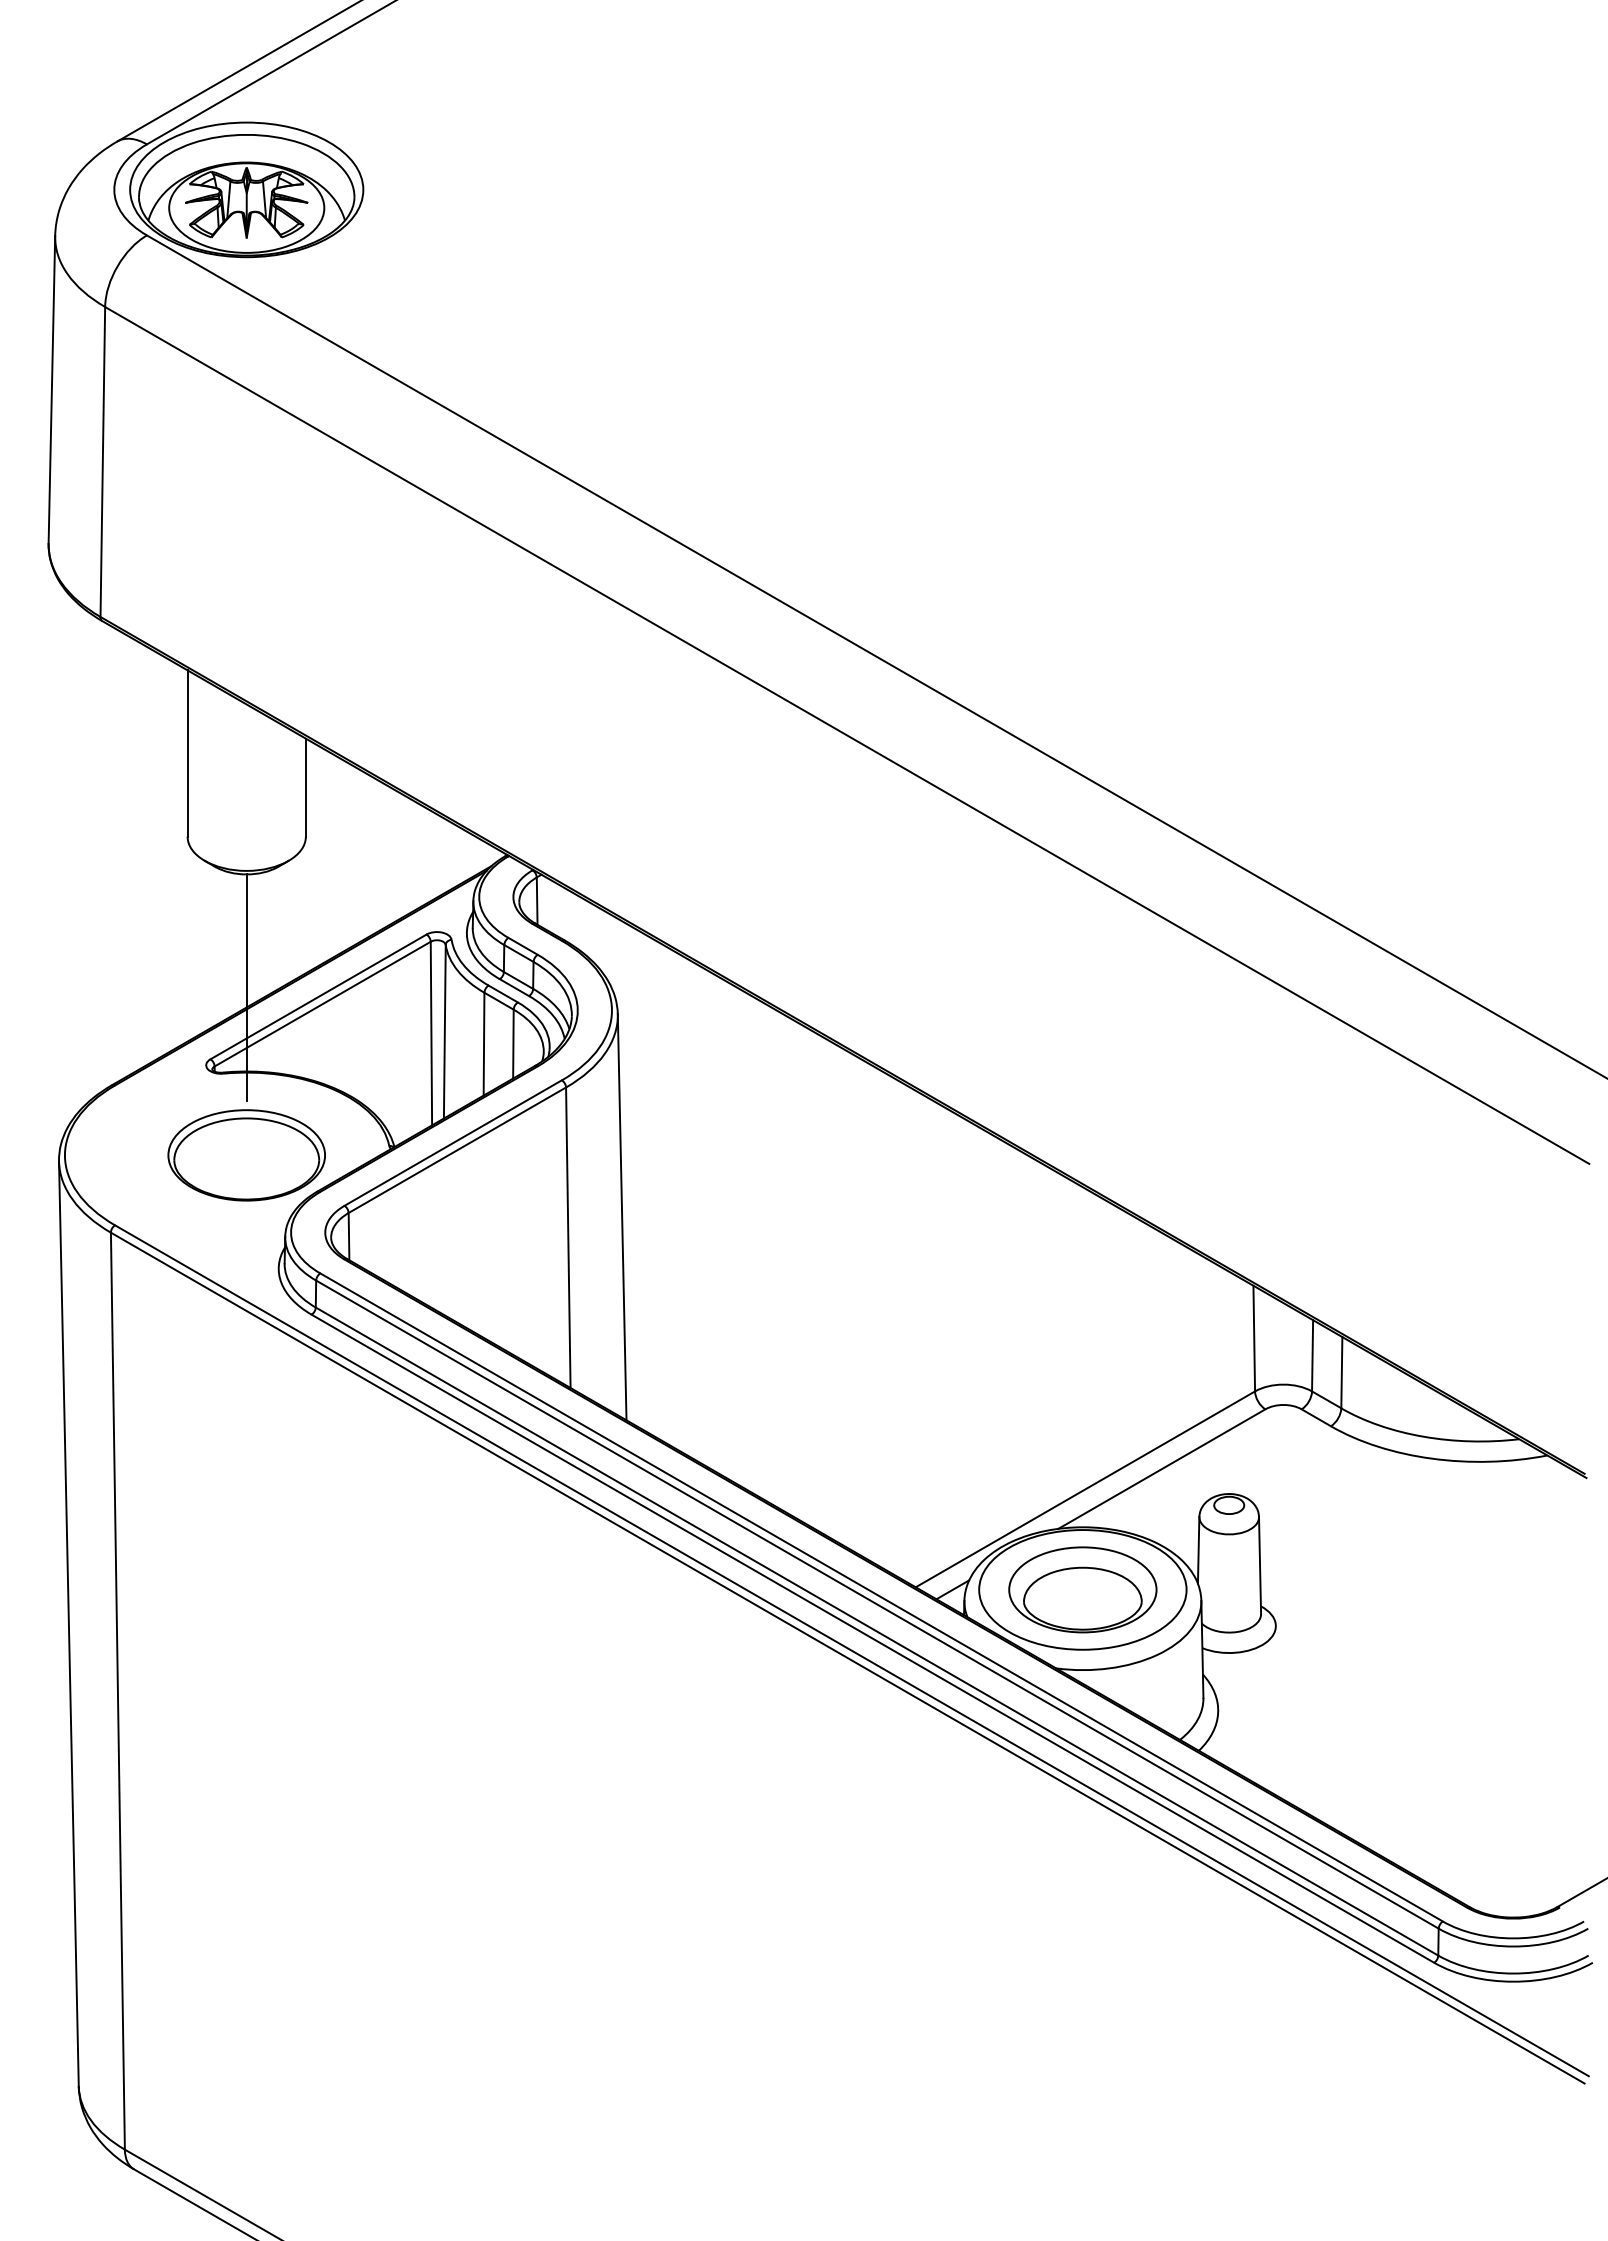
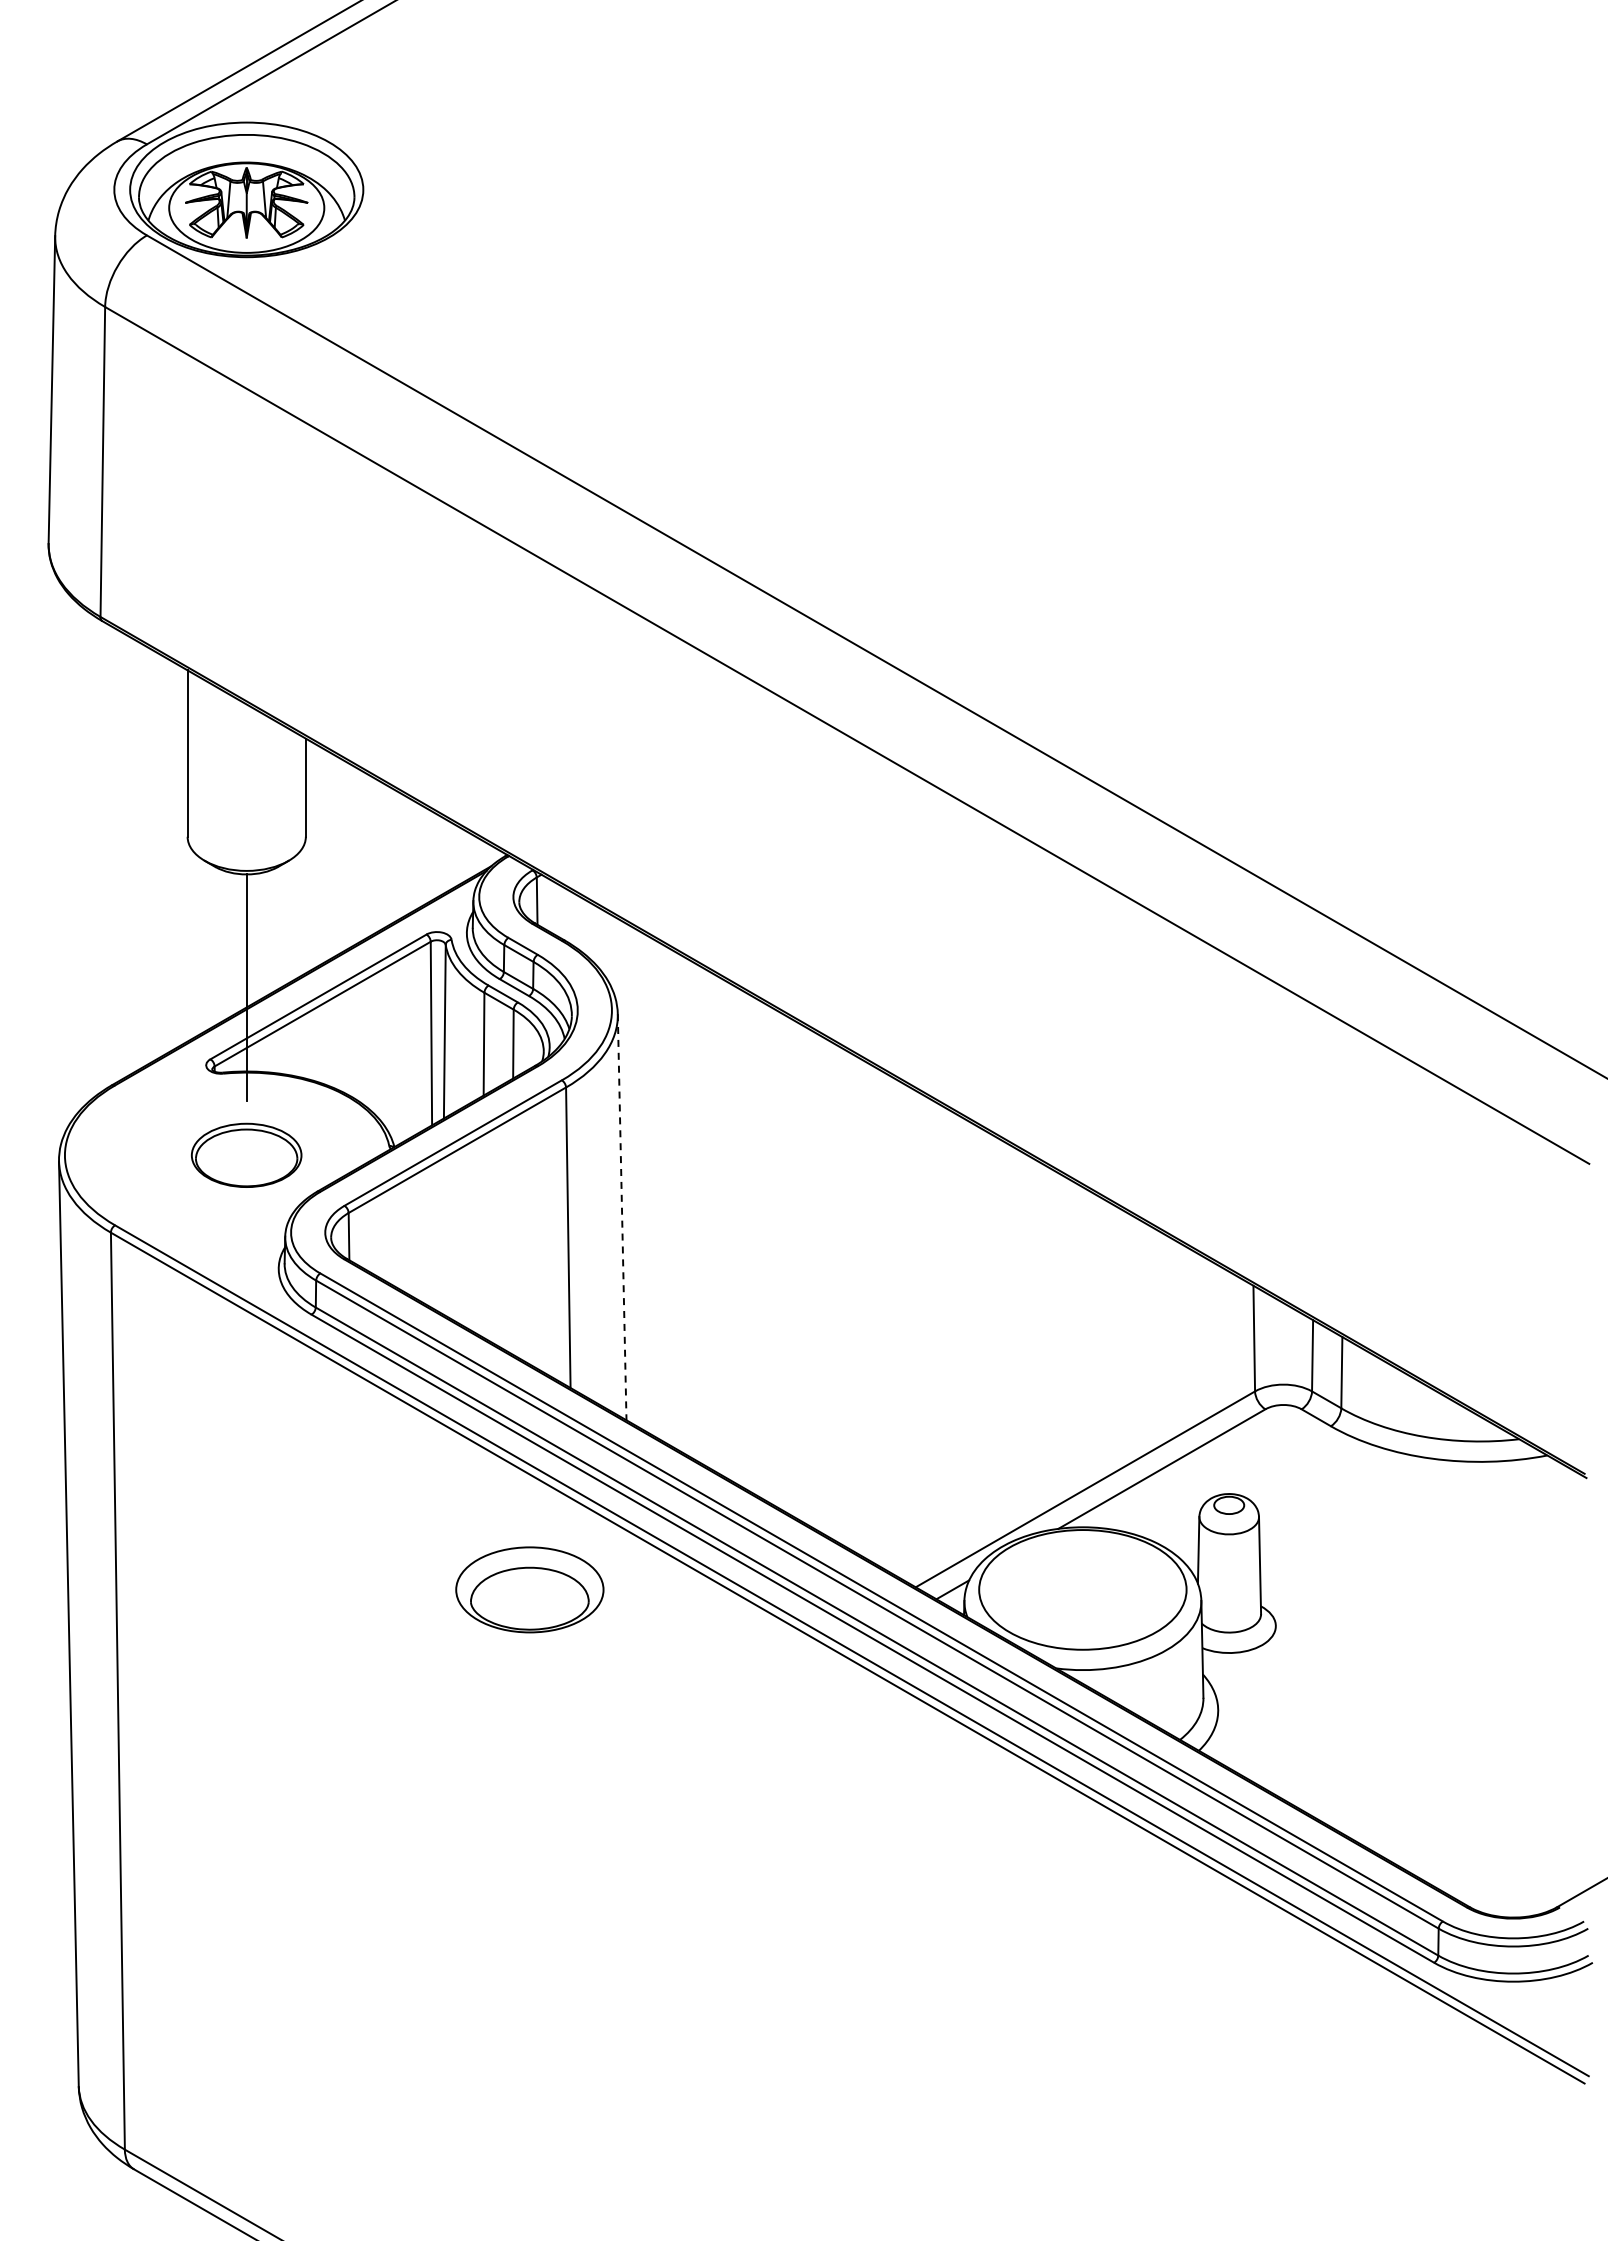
part at (246, 1155) size: 159x93 px -> 112x66 px
line at (622, 1217): solid -> dashed
part at (1082, 1589) position: (1082, 1589) -> (529, 1589)
